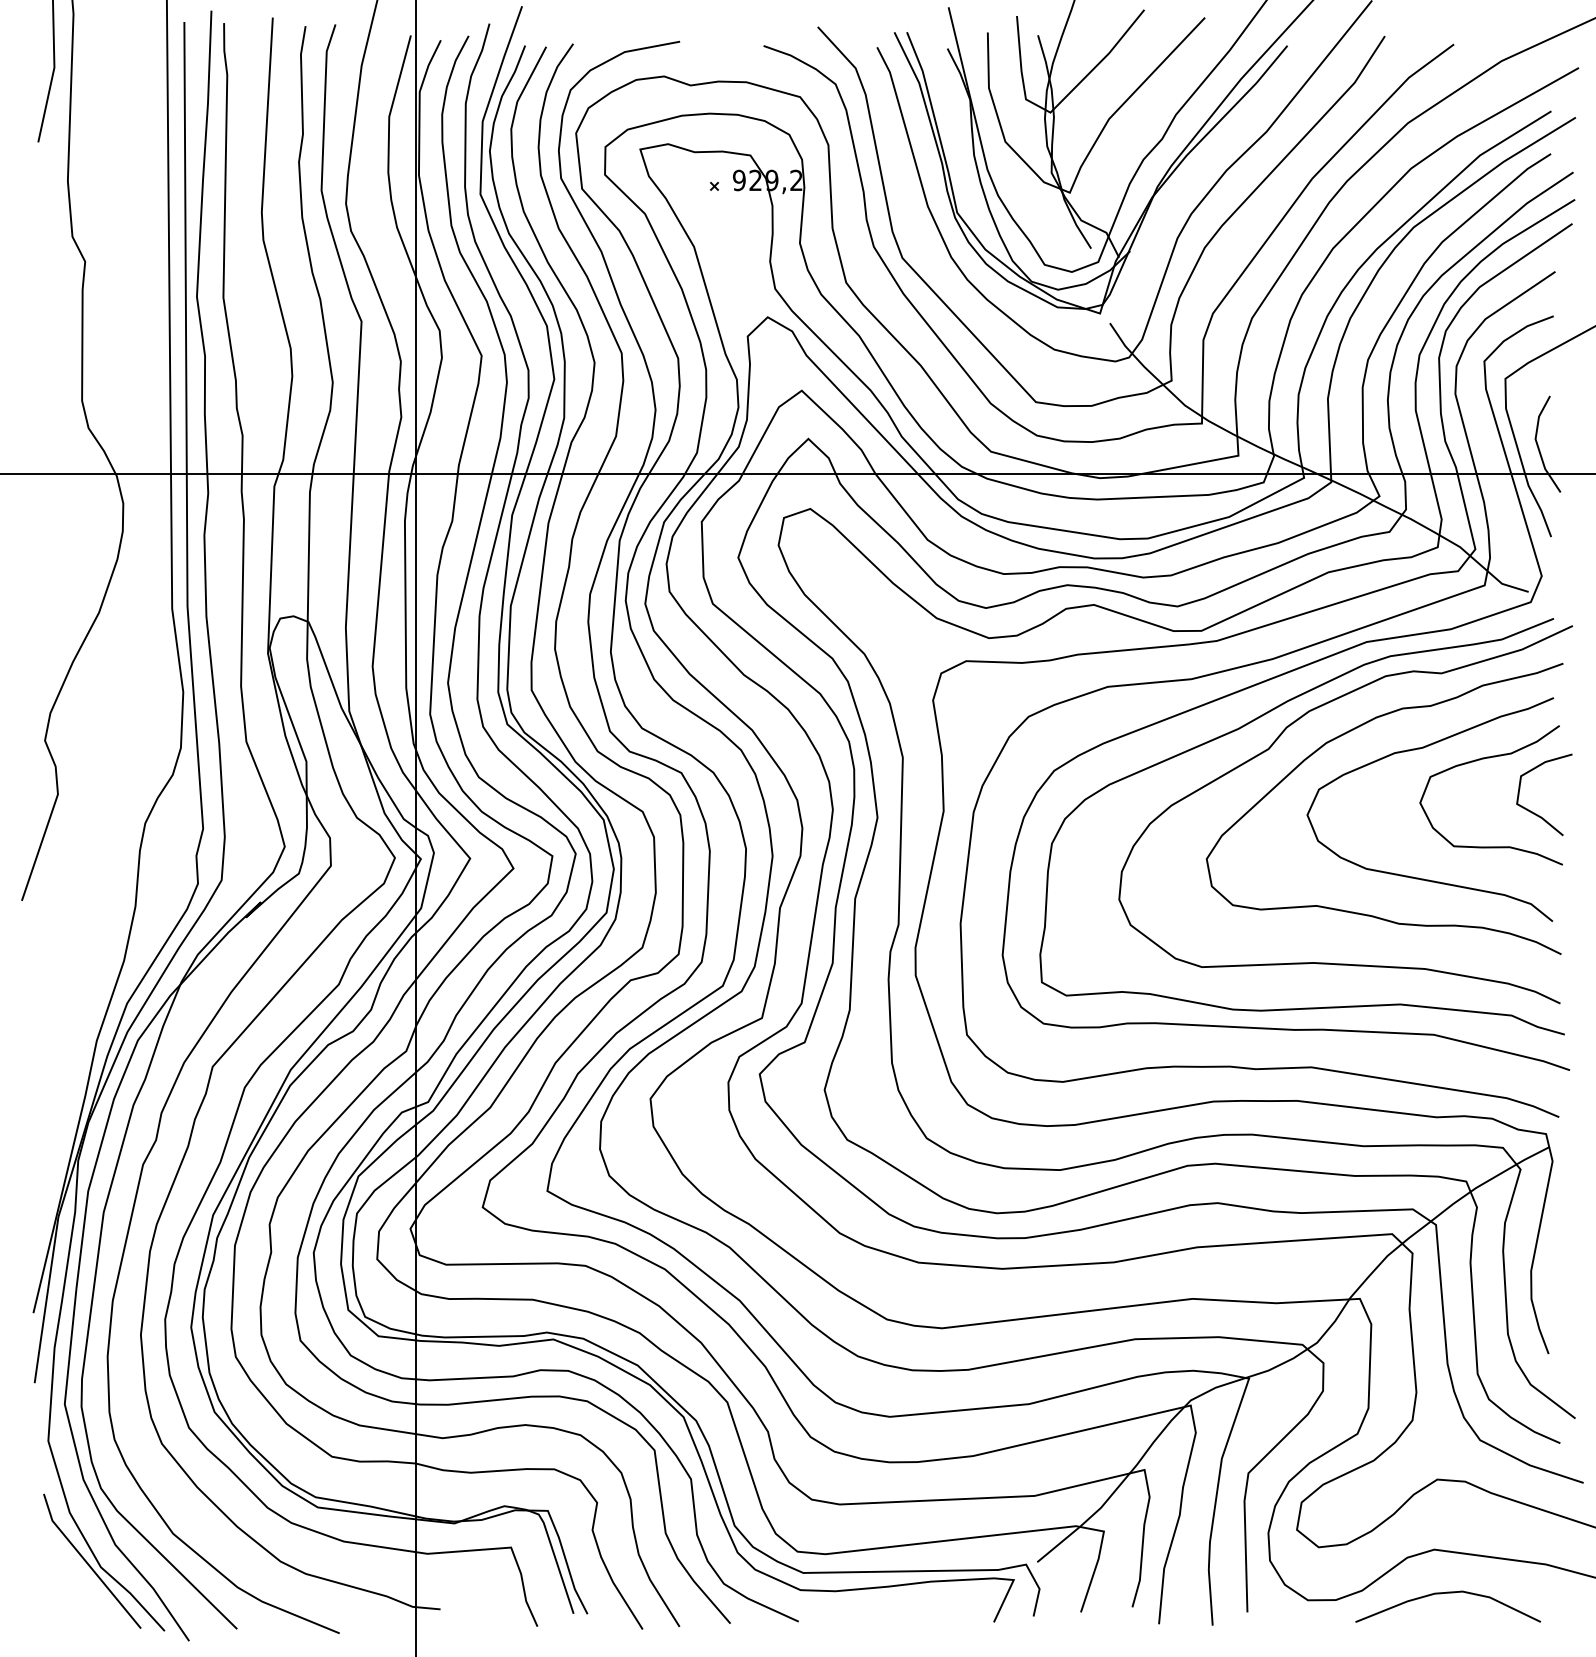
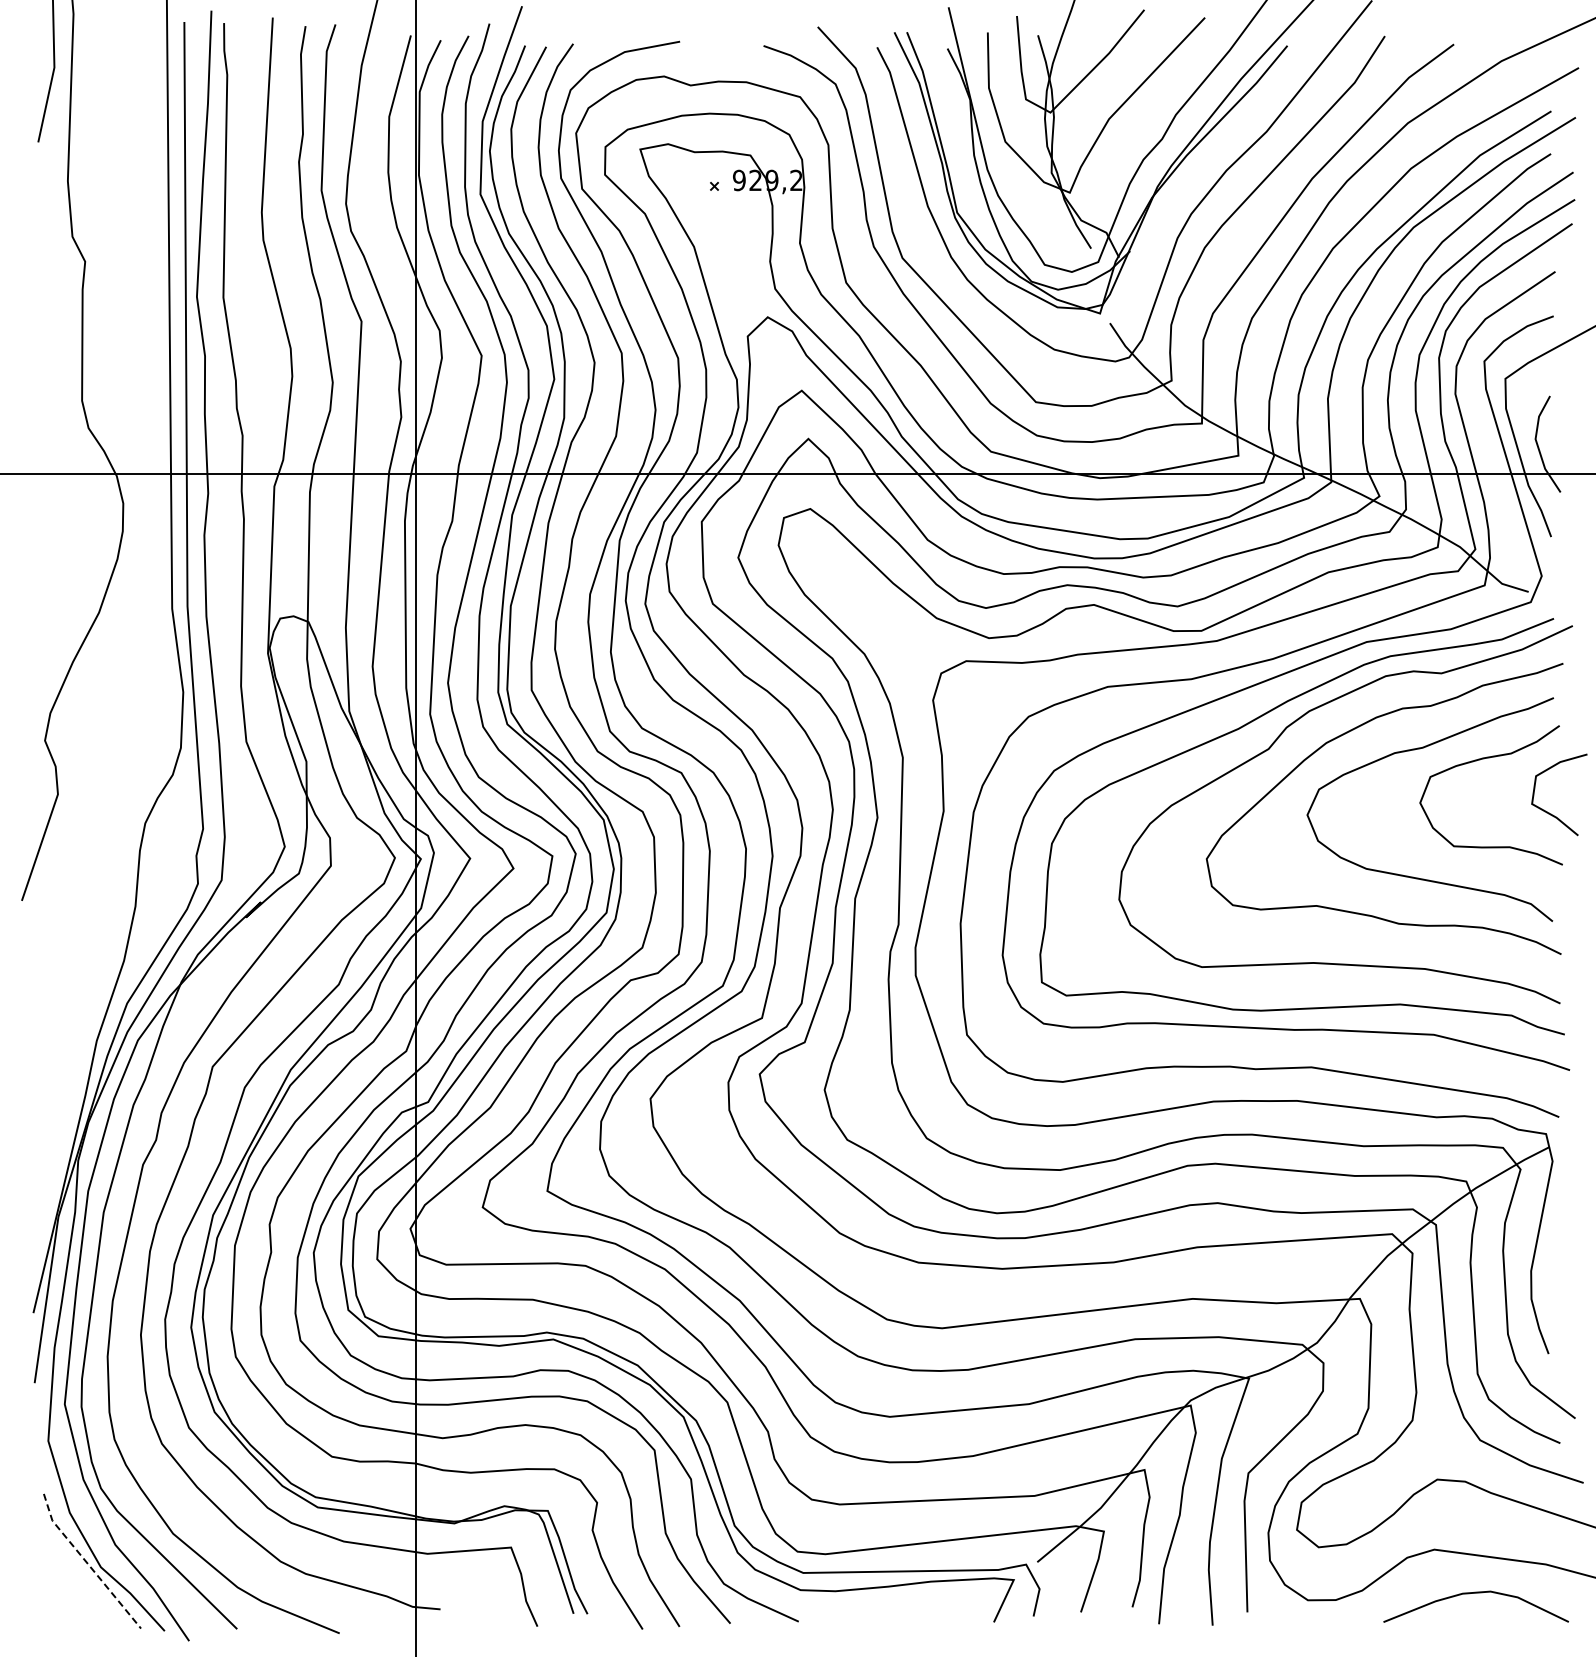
curve at (1534, 812) position: (1534, 812) -> (1549, 812)
line at (87, 1563): solid -> dashed
curve at (1447, 1593) position: (1447, 1593) -> (1475, 1593)
